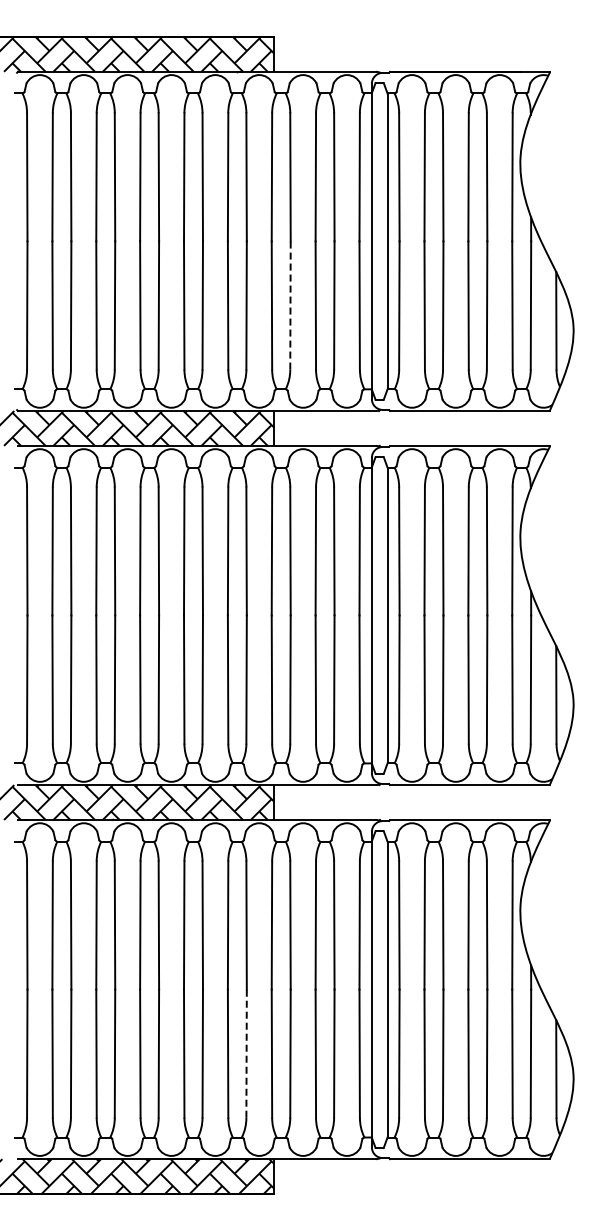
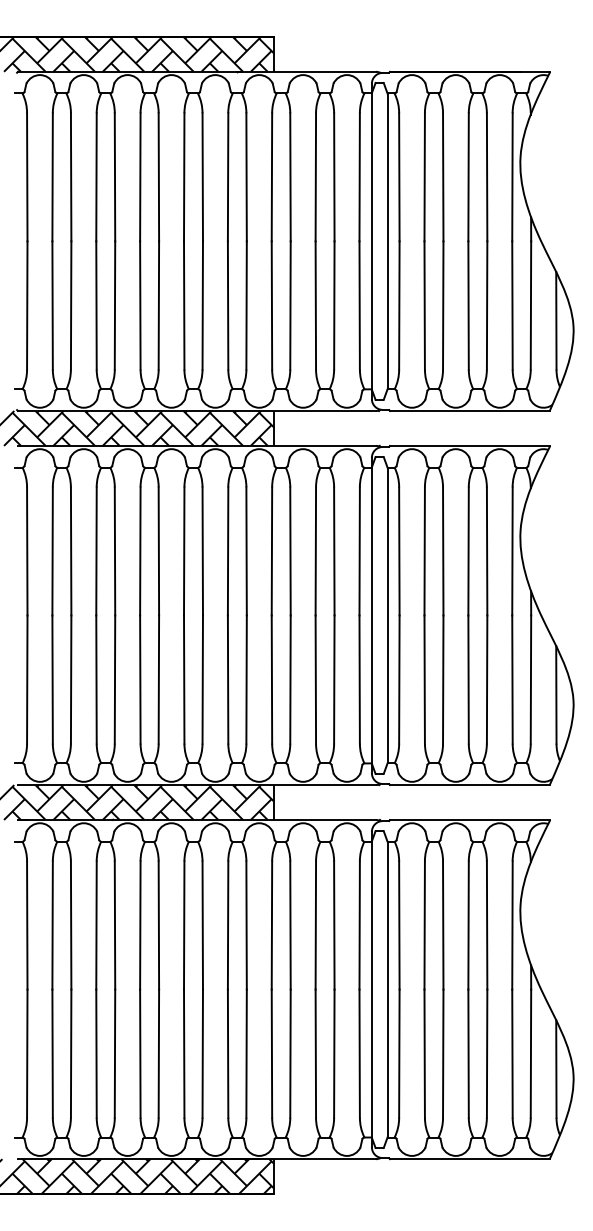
line at (290, 304): dashed -> solid
line at (246, 1053): dashed -> solid
